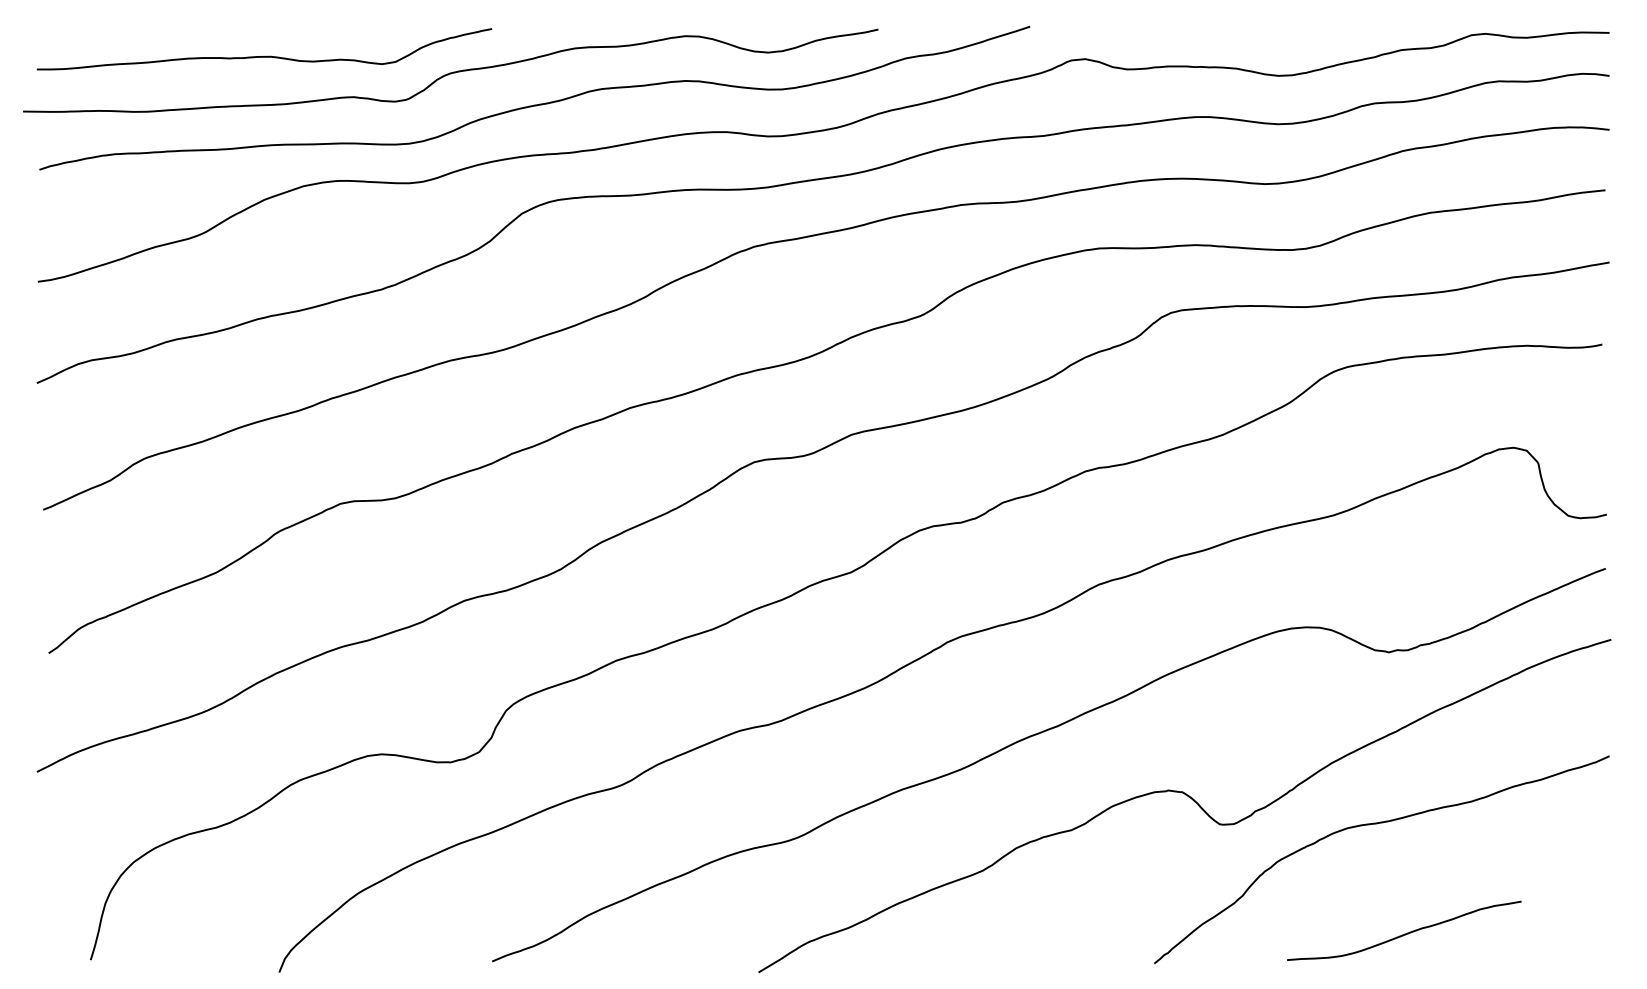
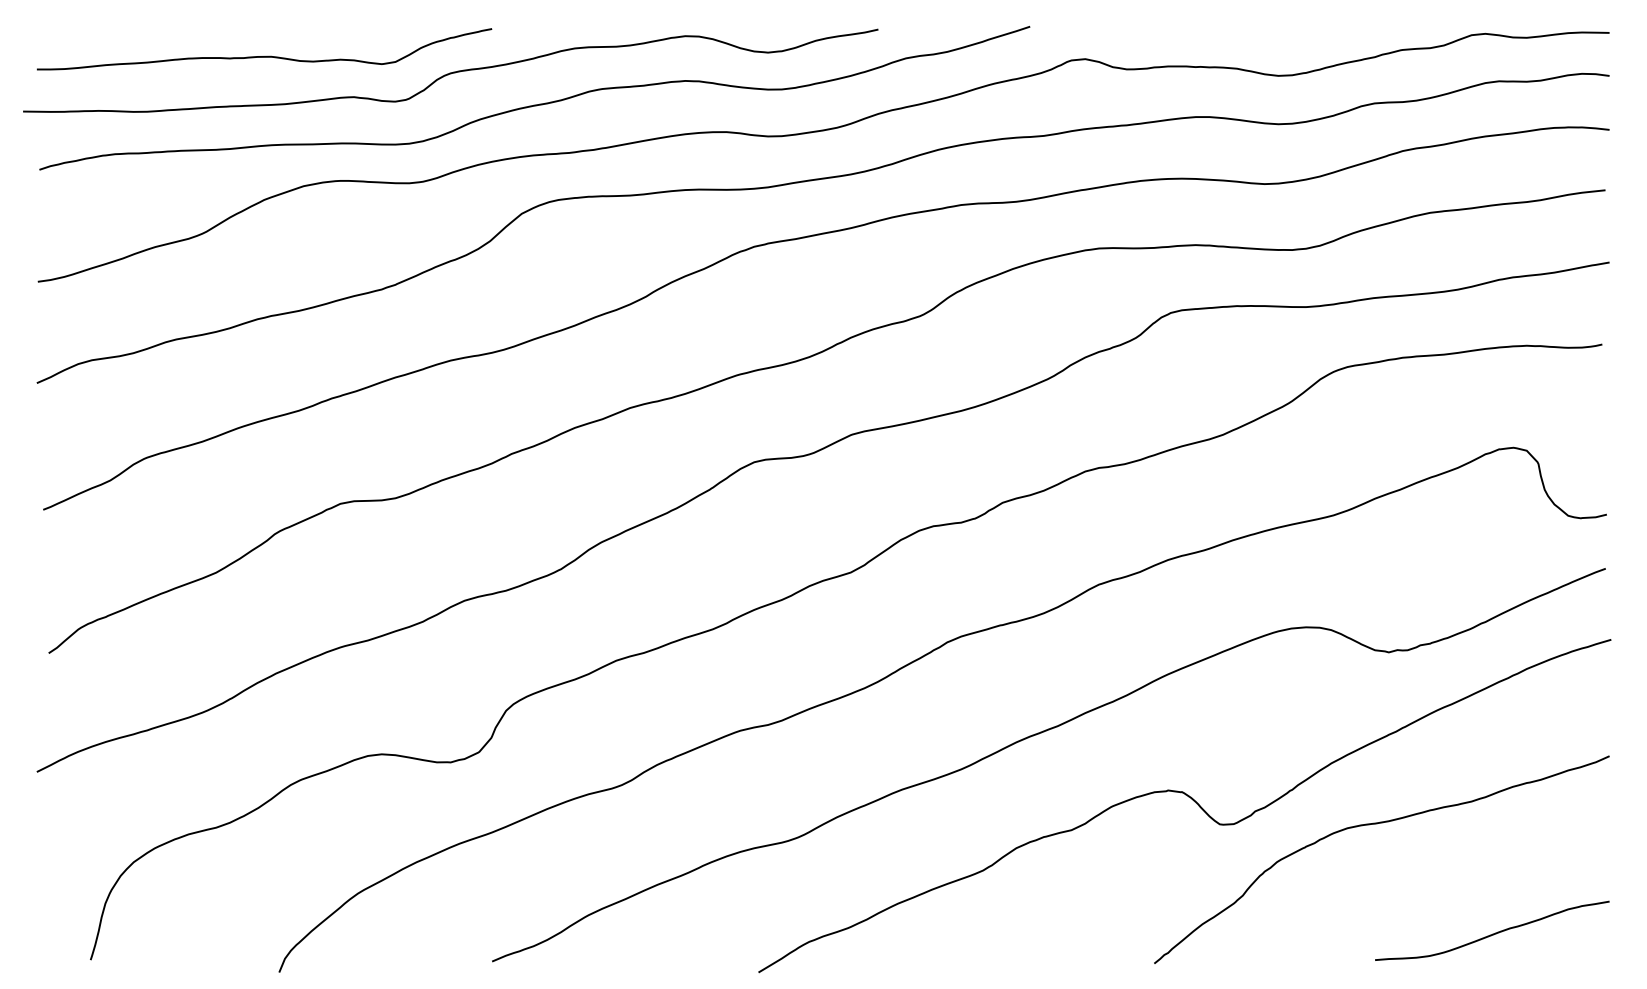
curve at (1404, 933) position: (1404, 933) -> (1492, 933)
